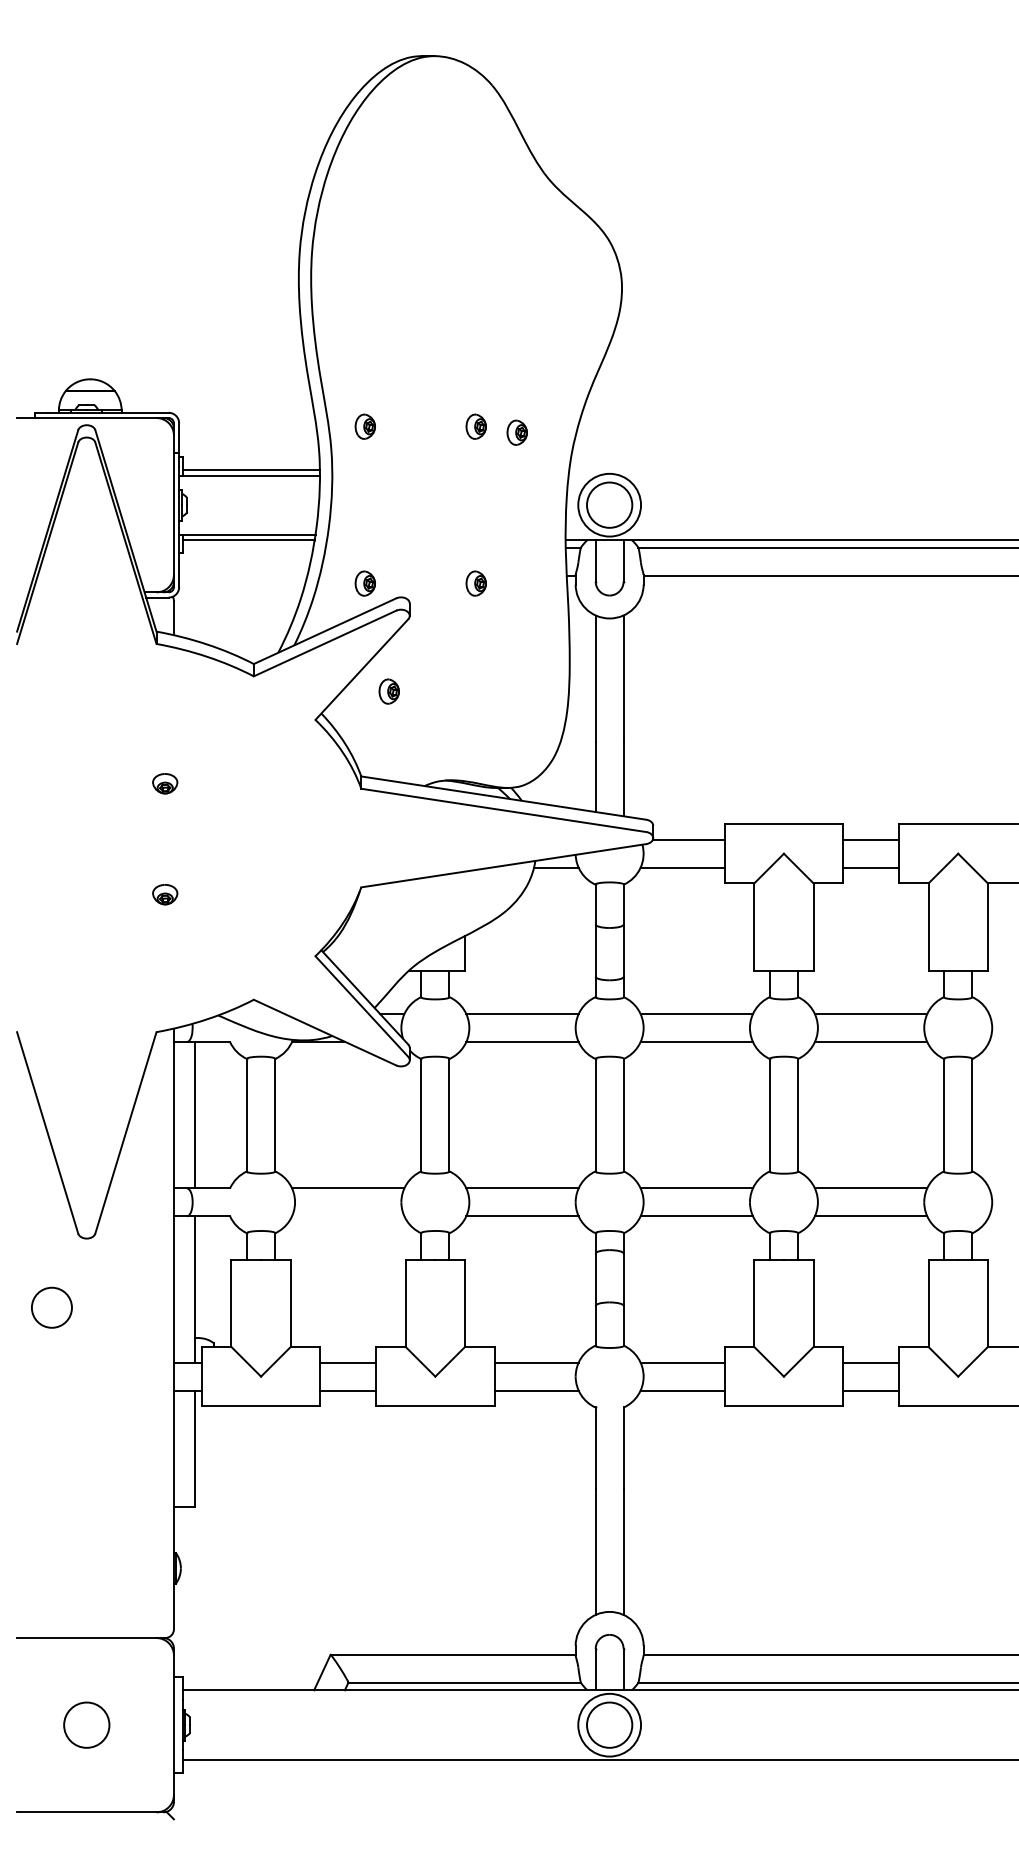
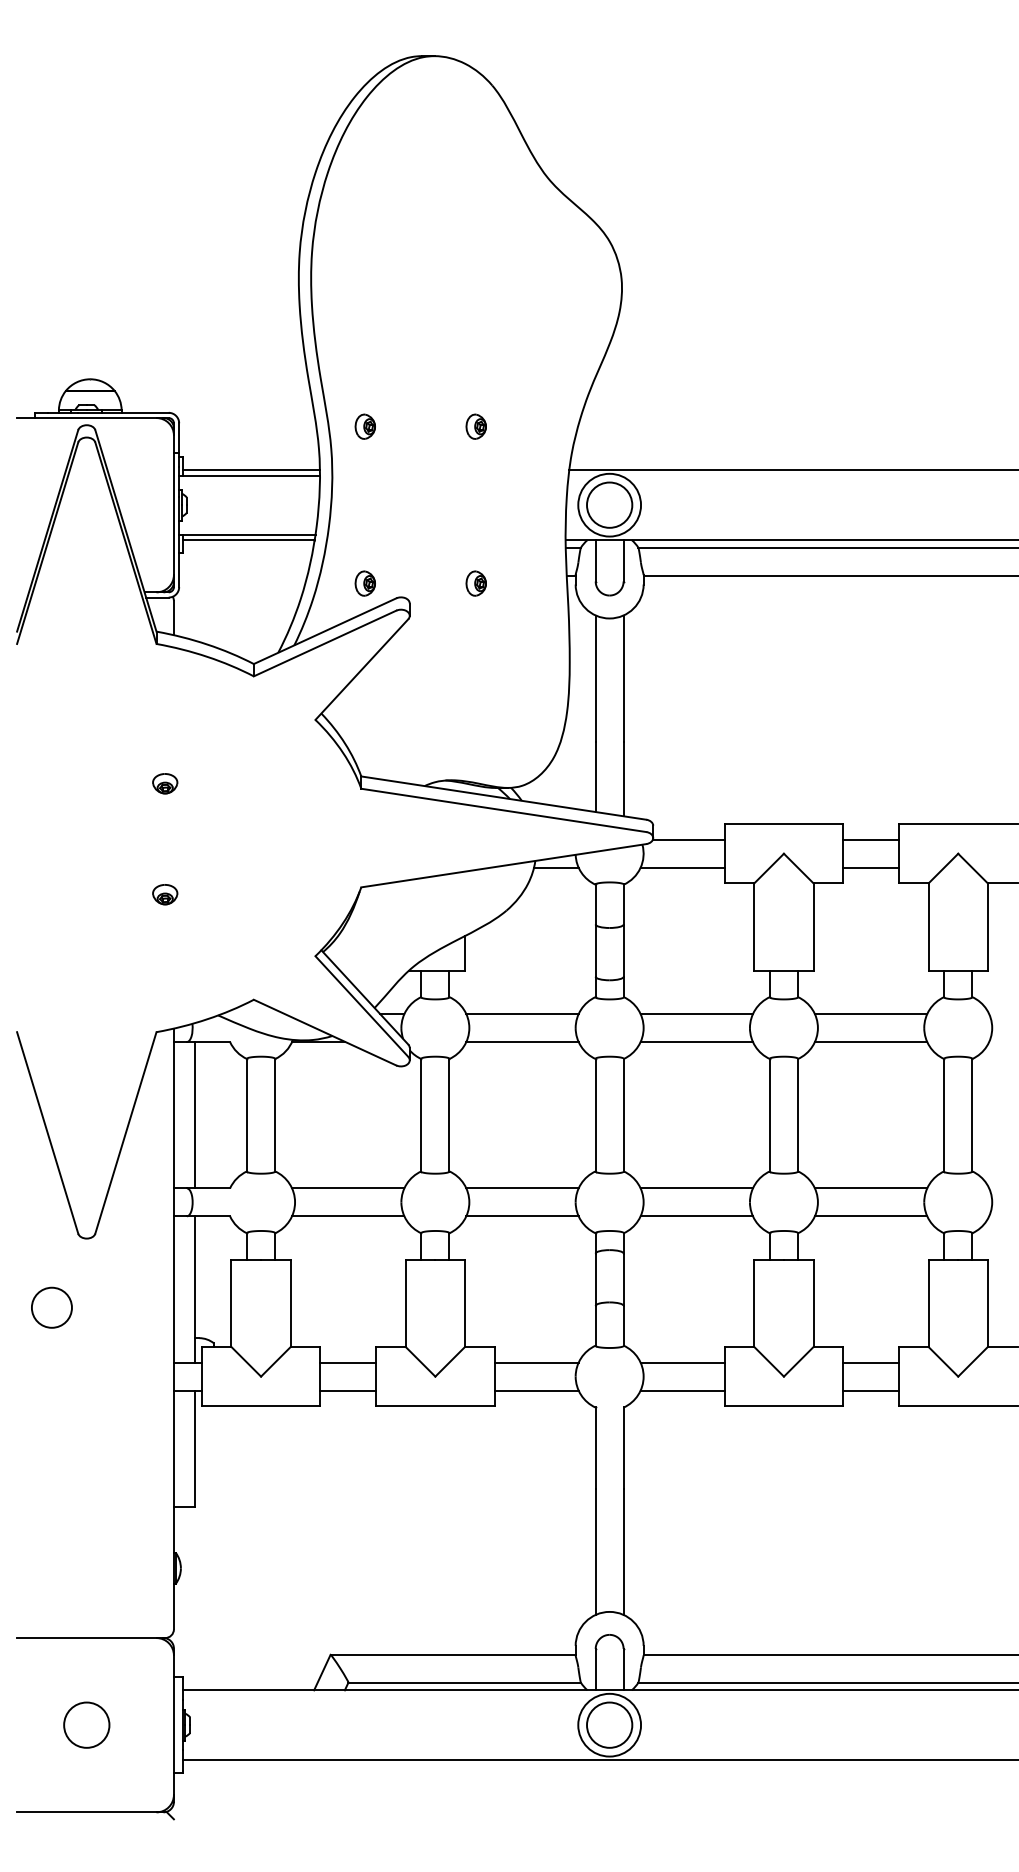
part at (516, 432): present -> none
line at (792, 470): none -> present
part at (388, 691): present -> none
line at (348, 1216): none -> present
